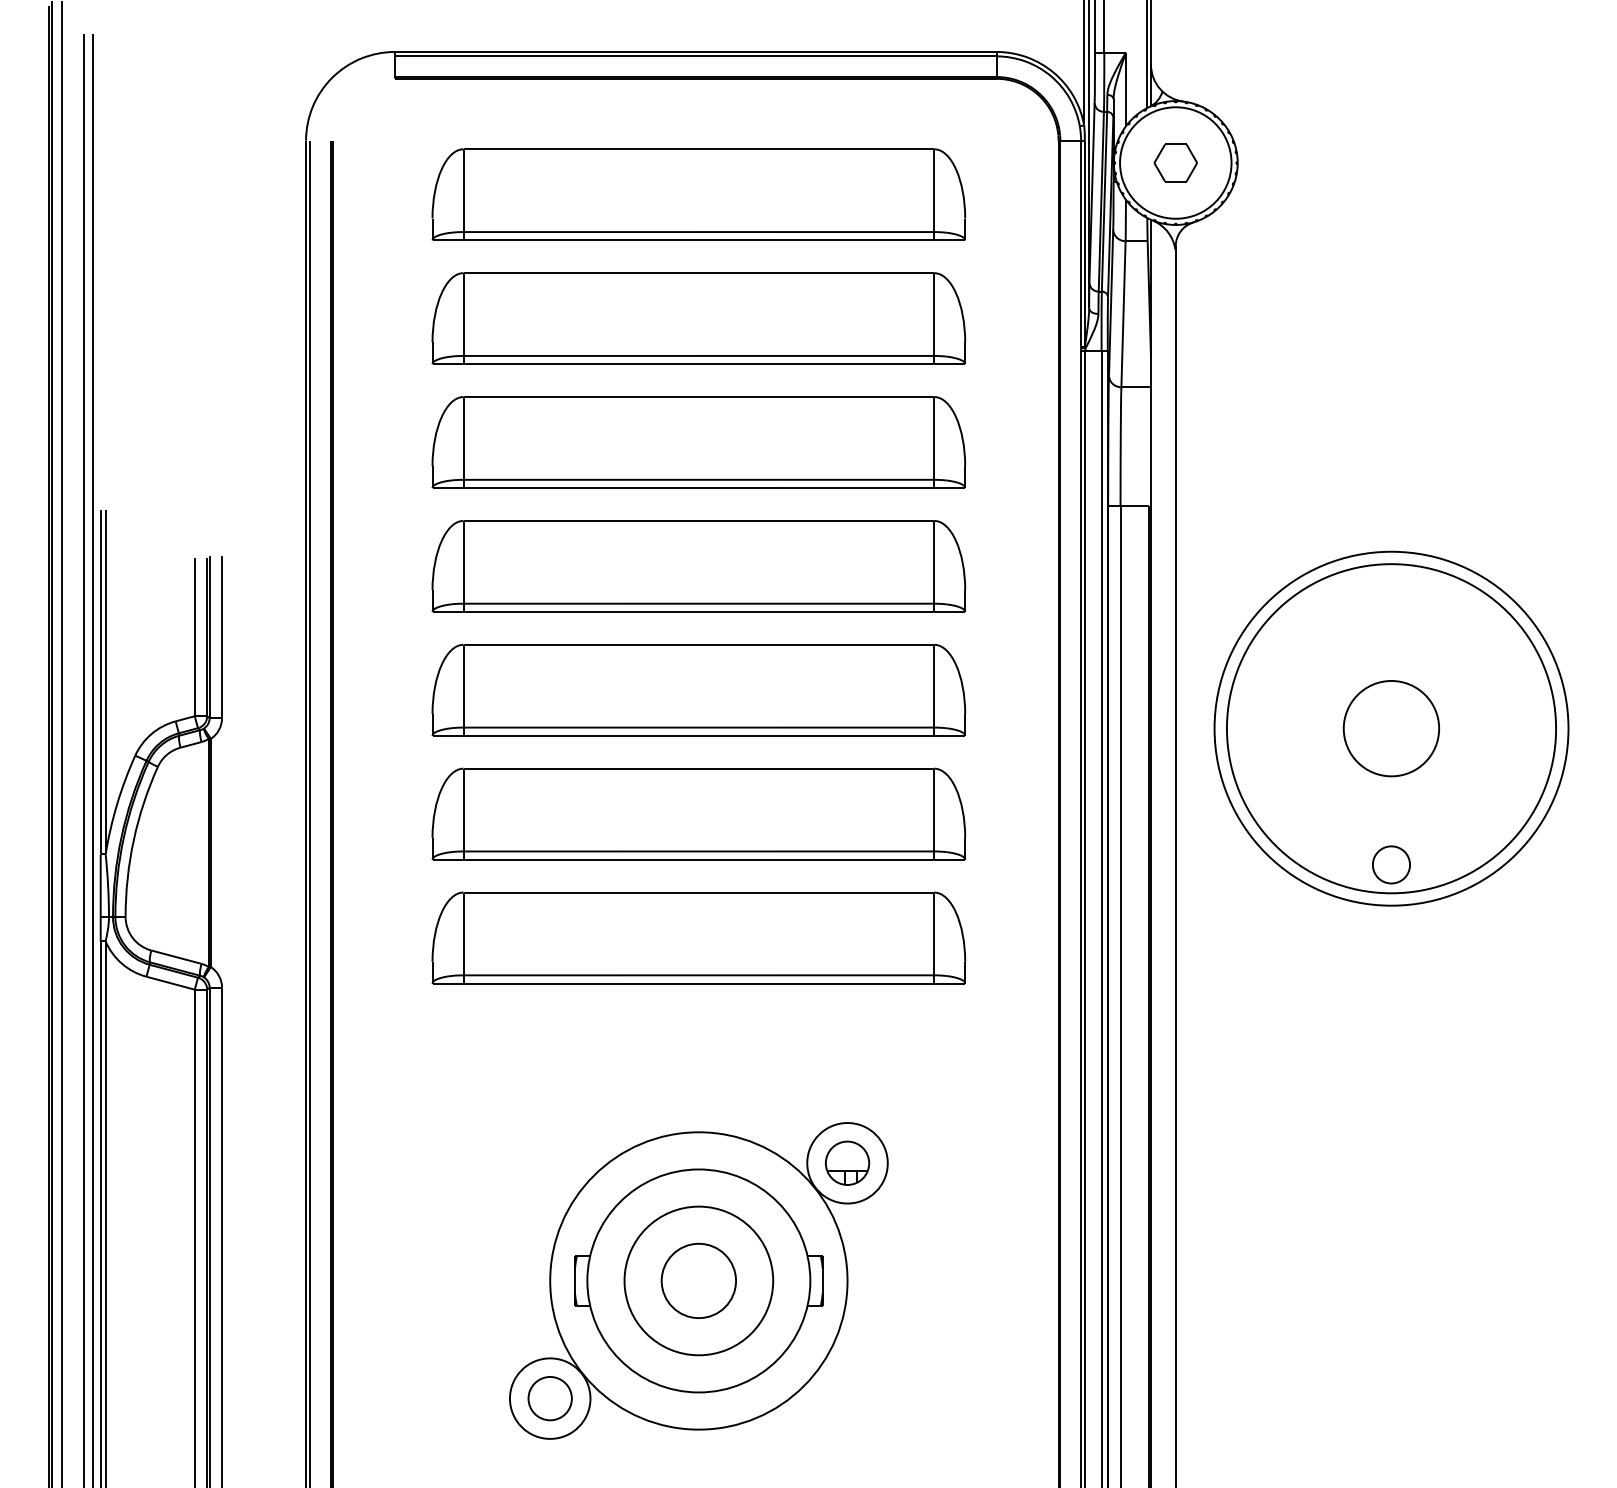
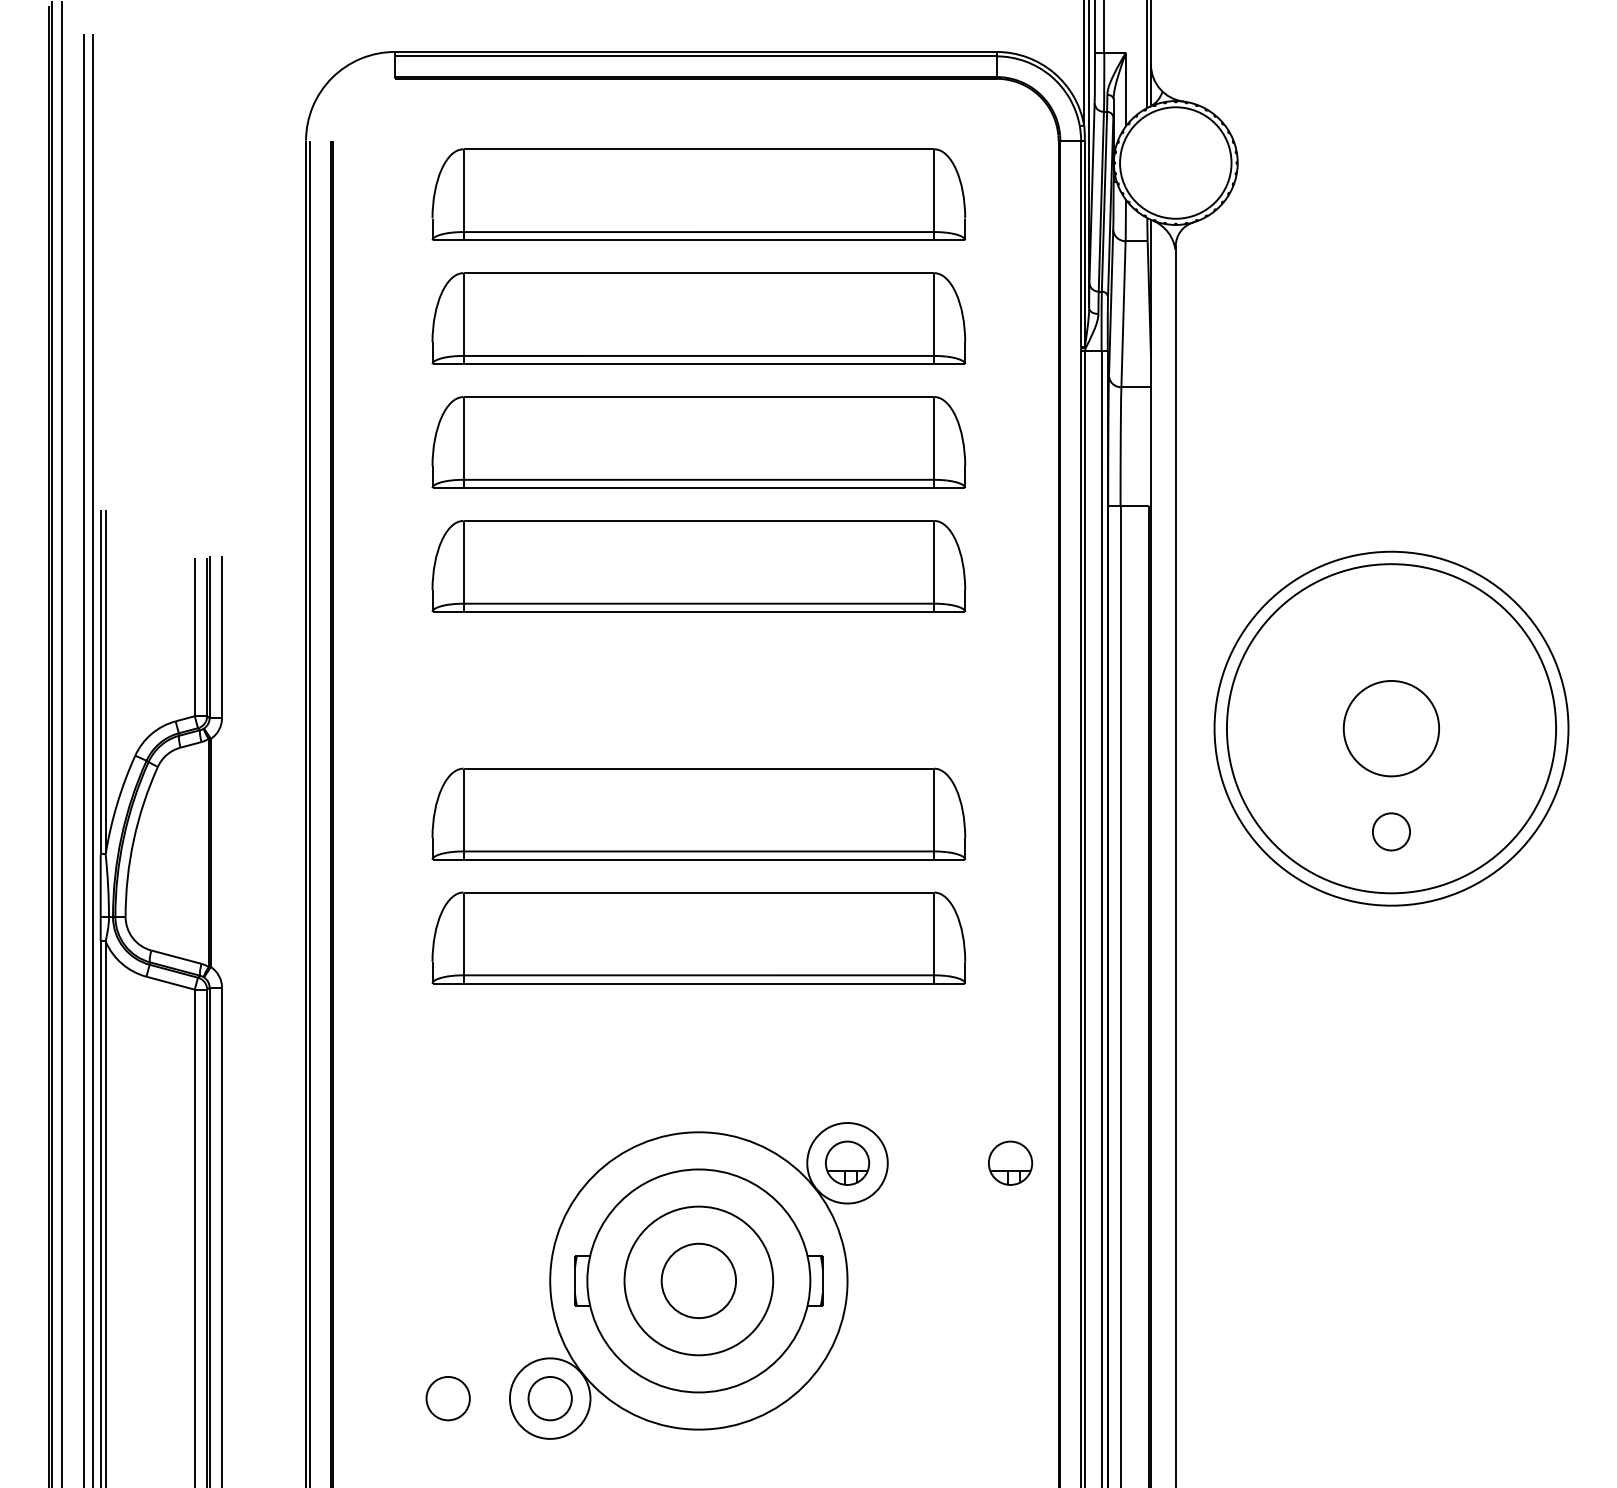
part at (1175, 162): present -> none
part at (698, 689): present -> none
part at (1391, 864) position: (1391, 864) -> (1391, 831)
part at (1010, 1162): none -> present
part at (447, 1398): none -> present
